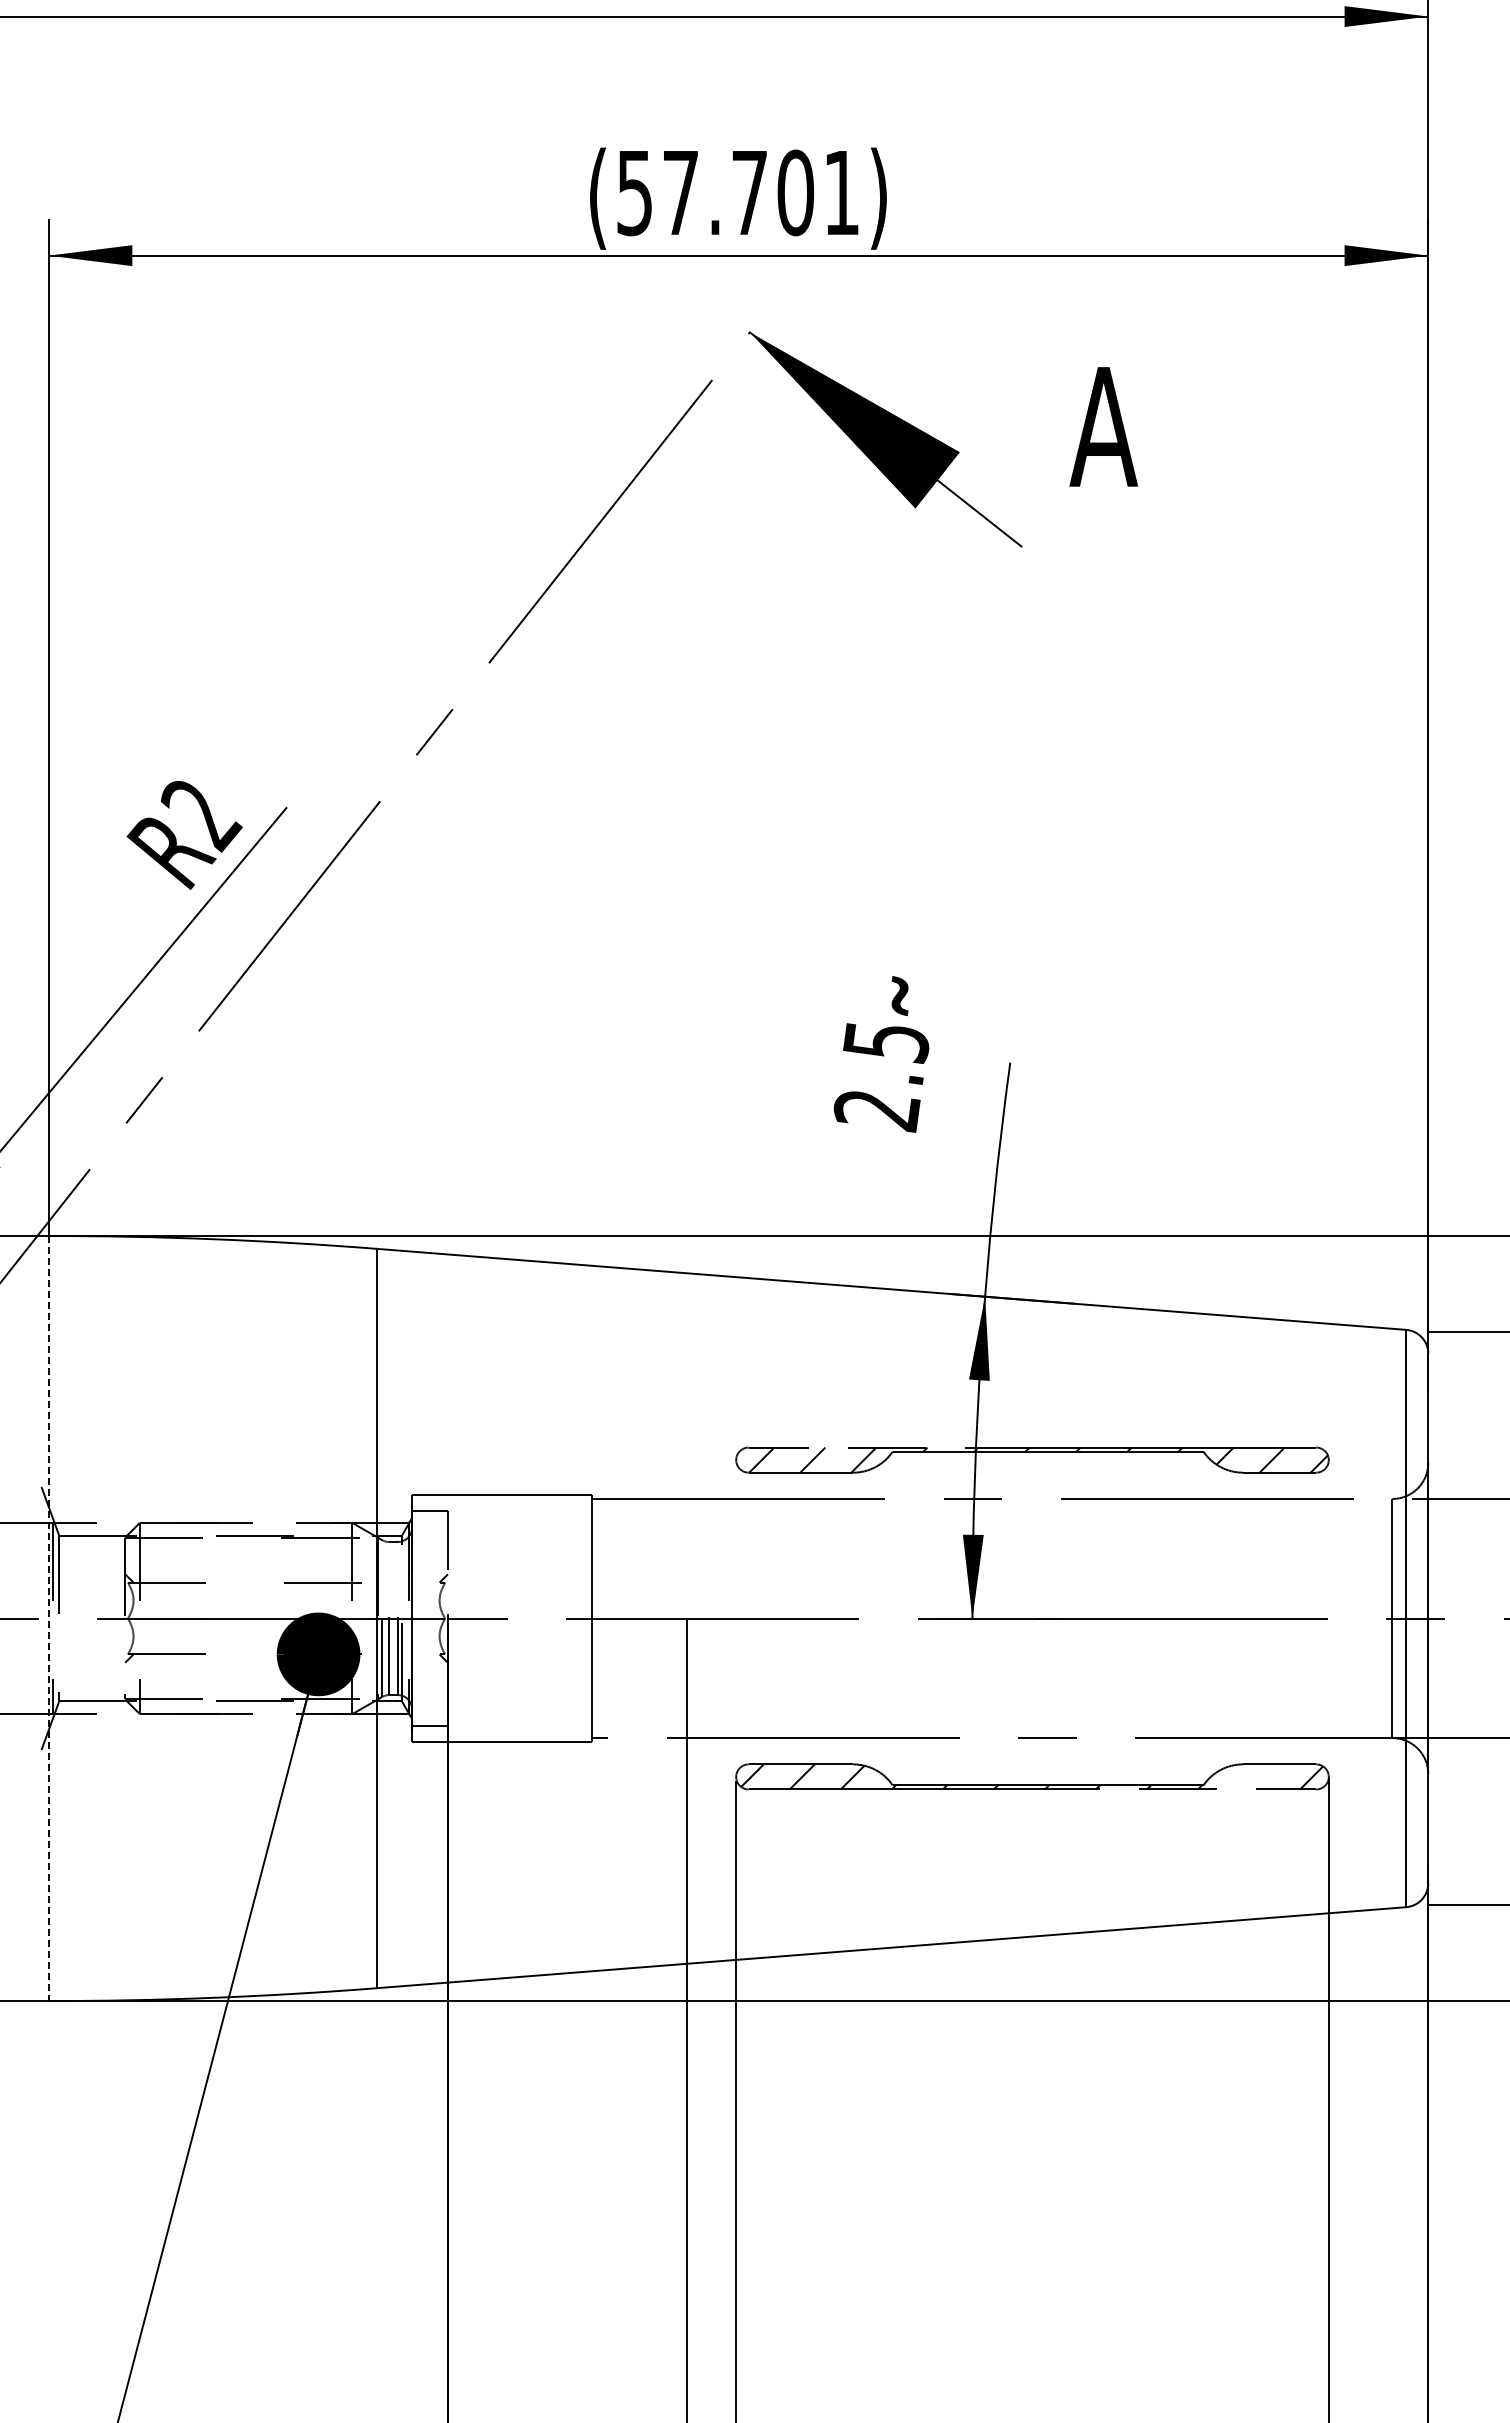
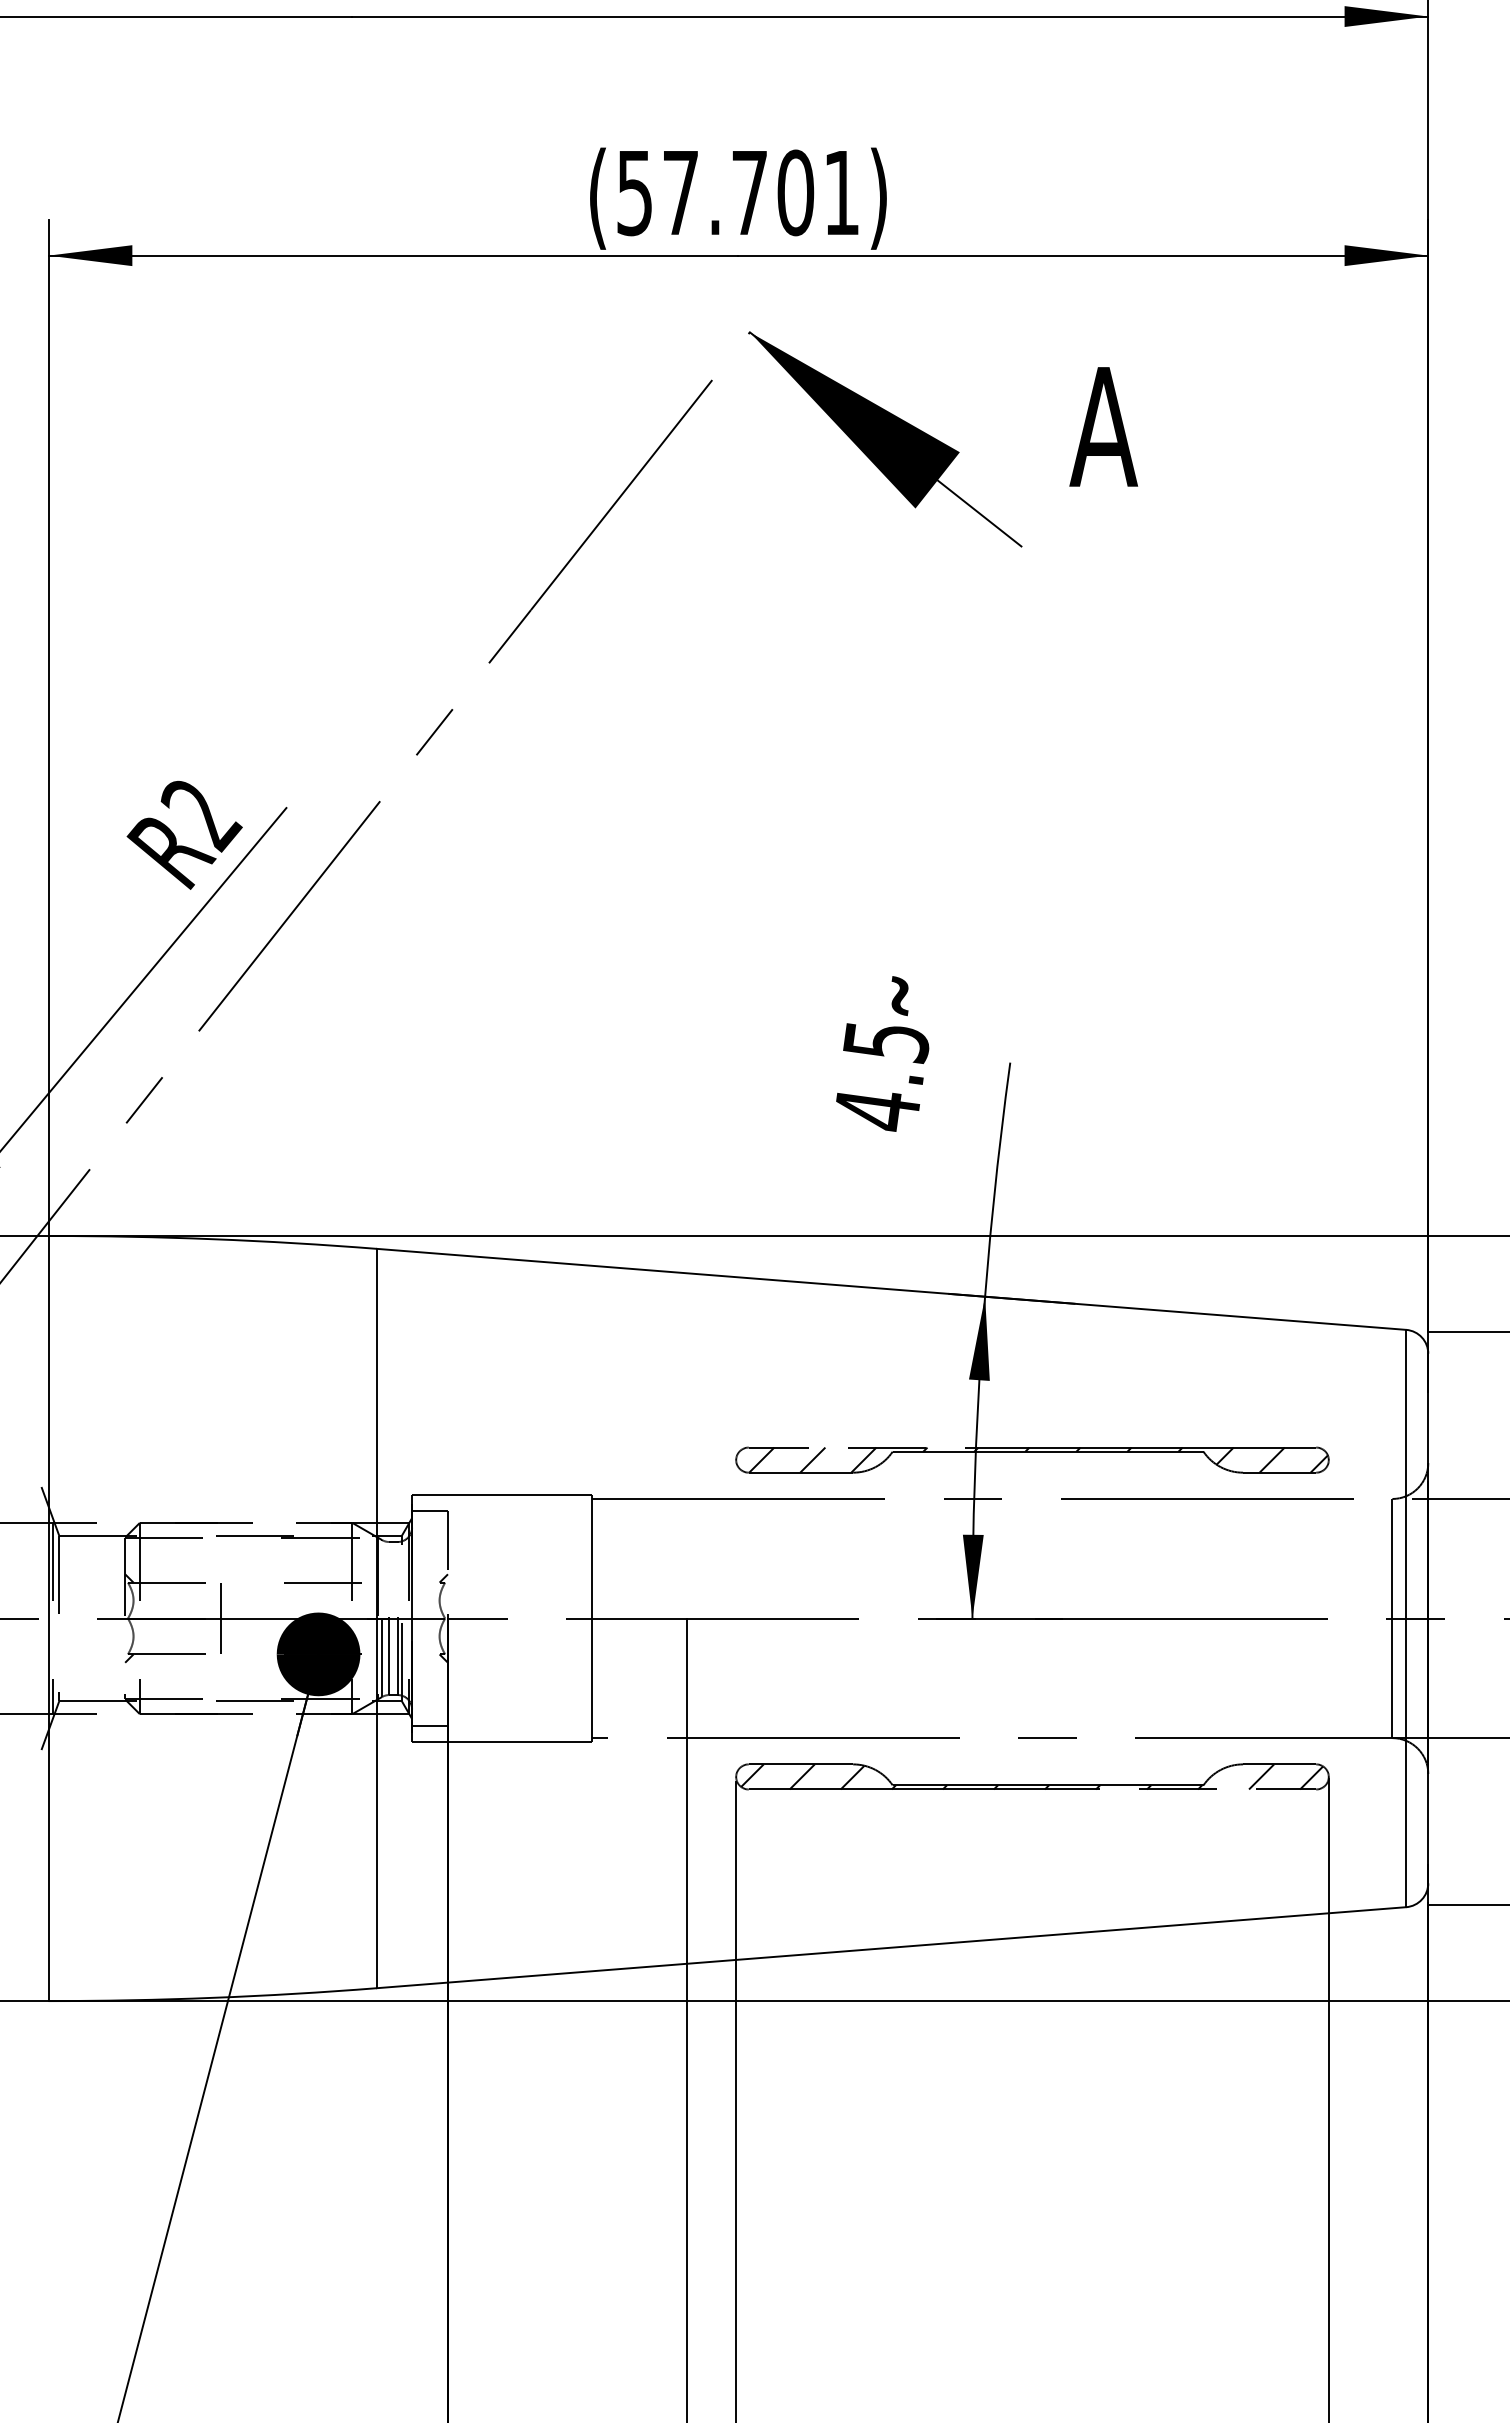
text at (876, 1111): 2.5 -> 4.5
line at (48, 1618): dashed -> solid
line at (220, 1618): none -> present
line at (1261, 1776): none -> present
